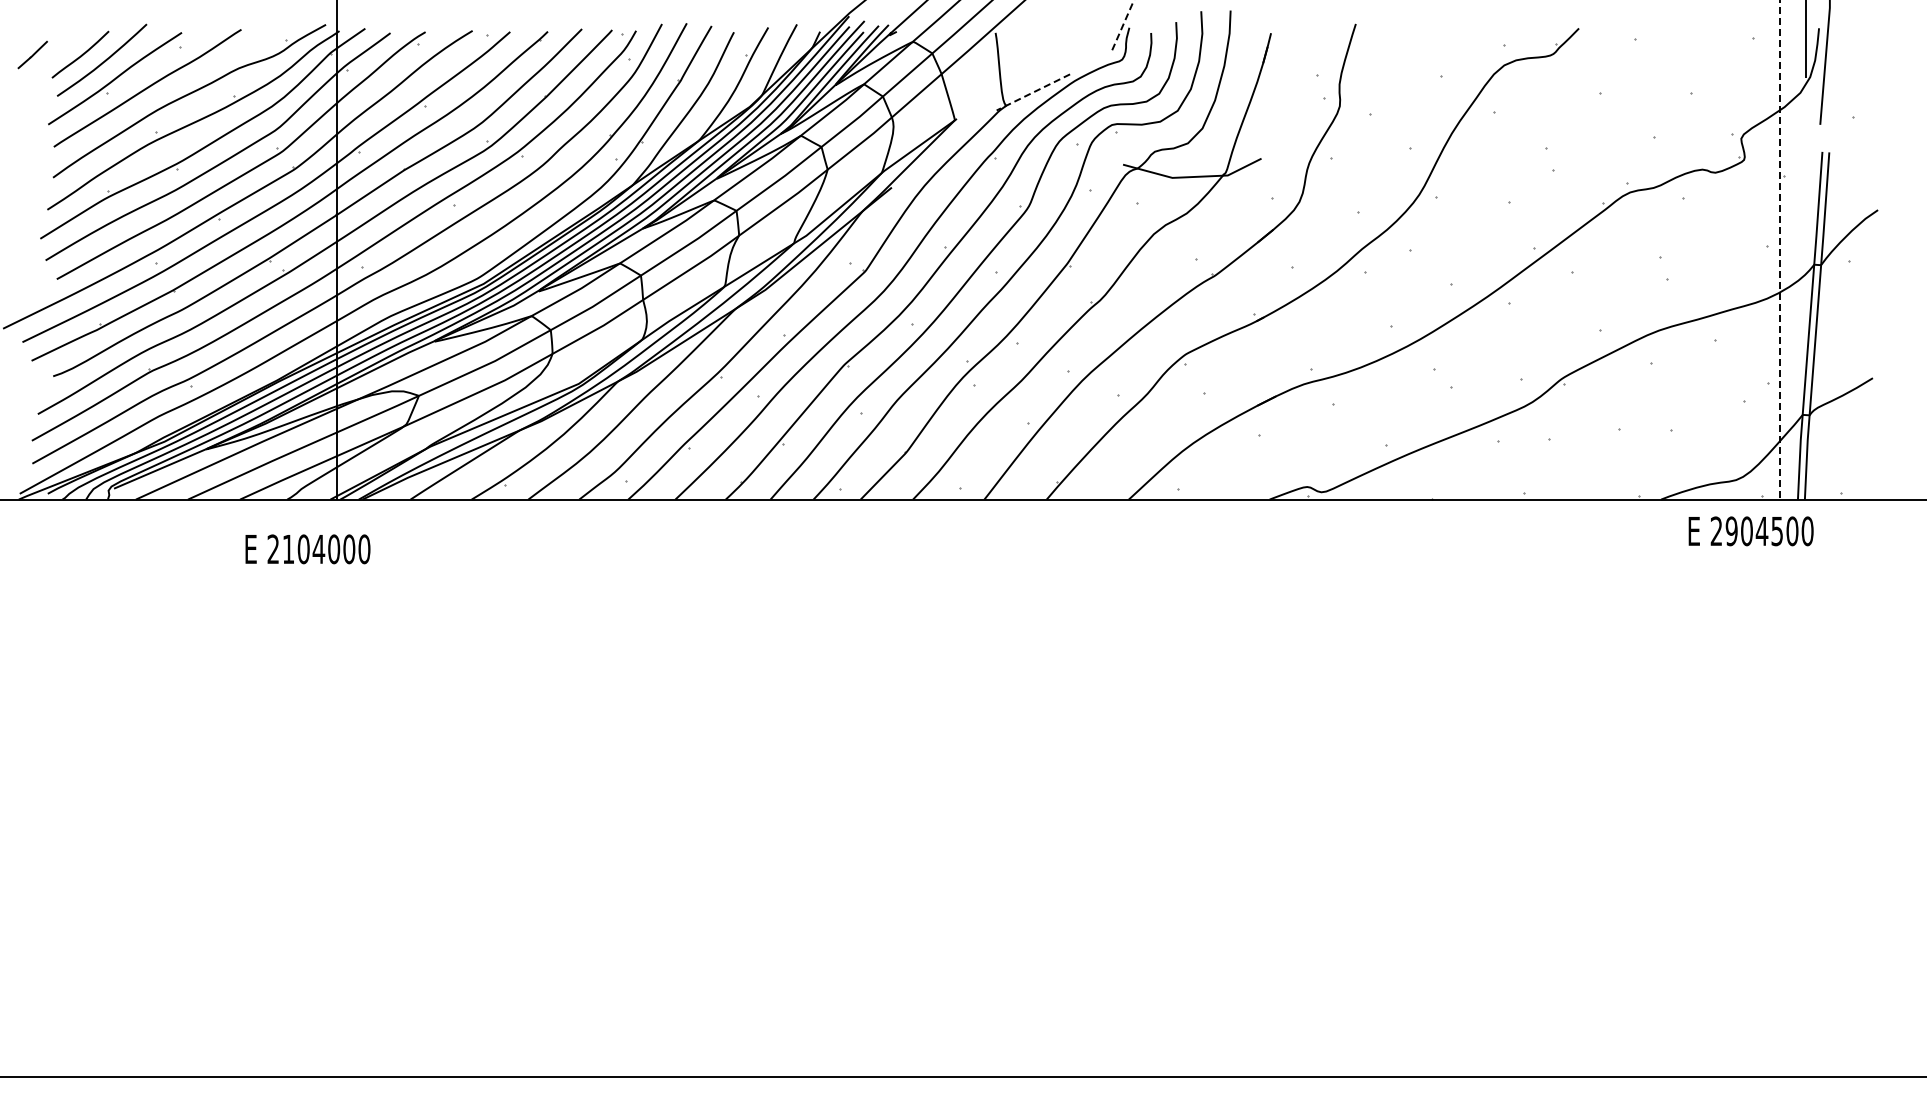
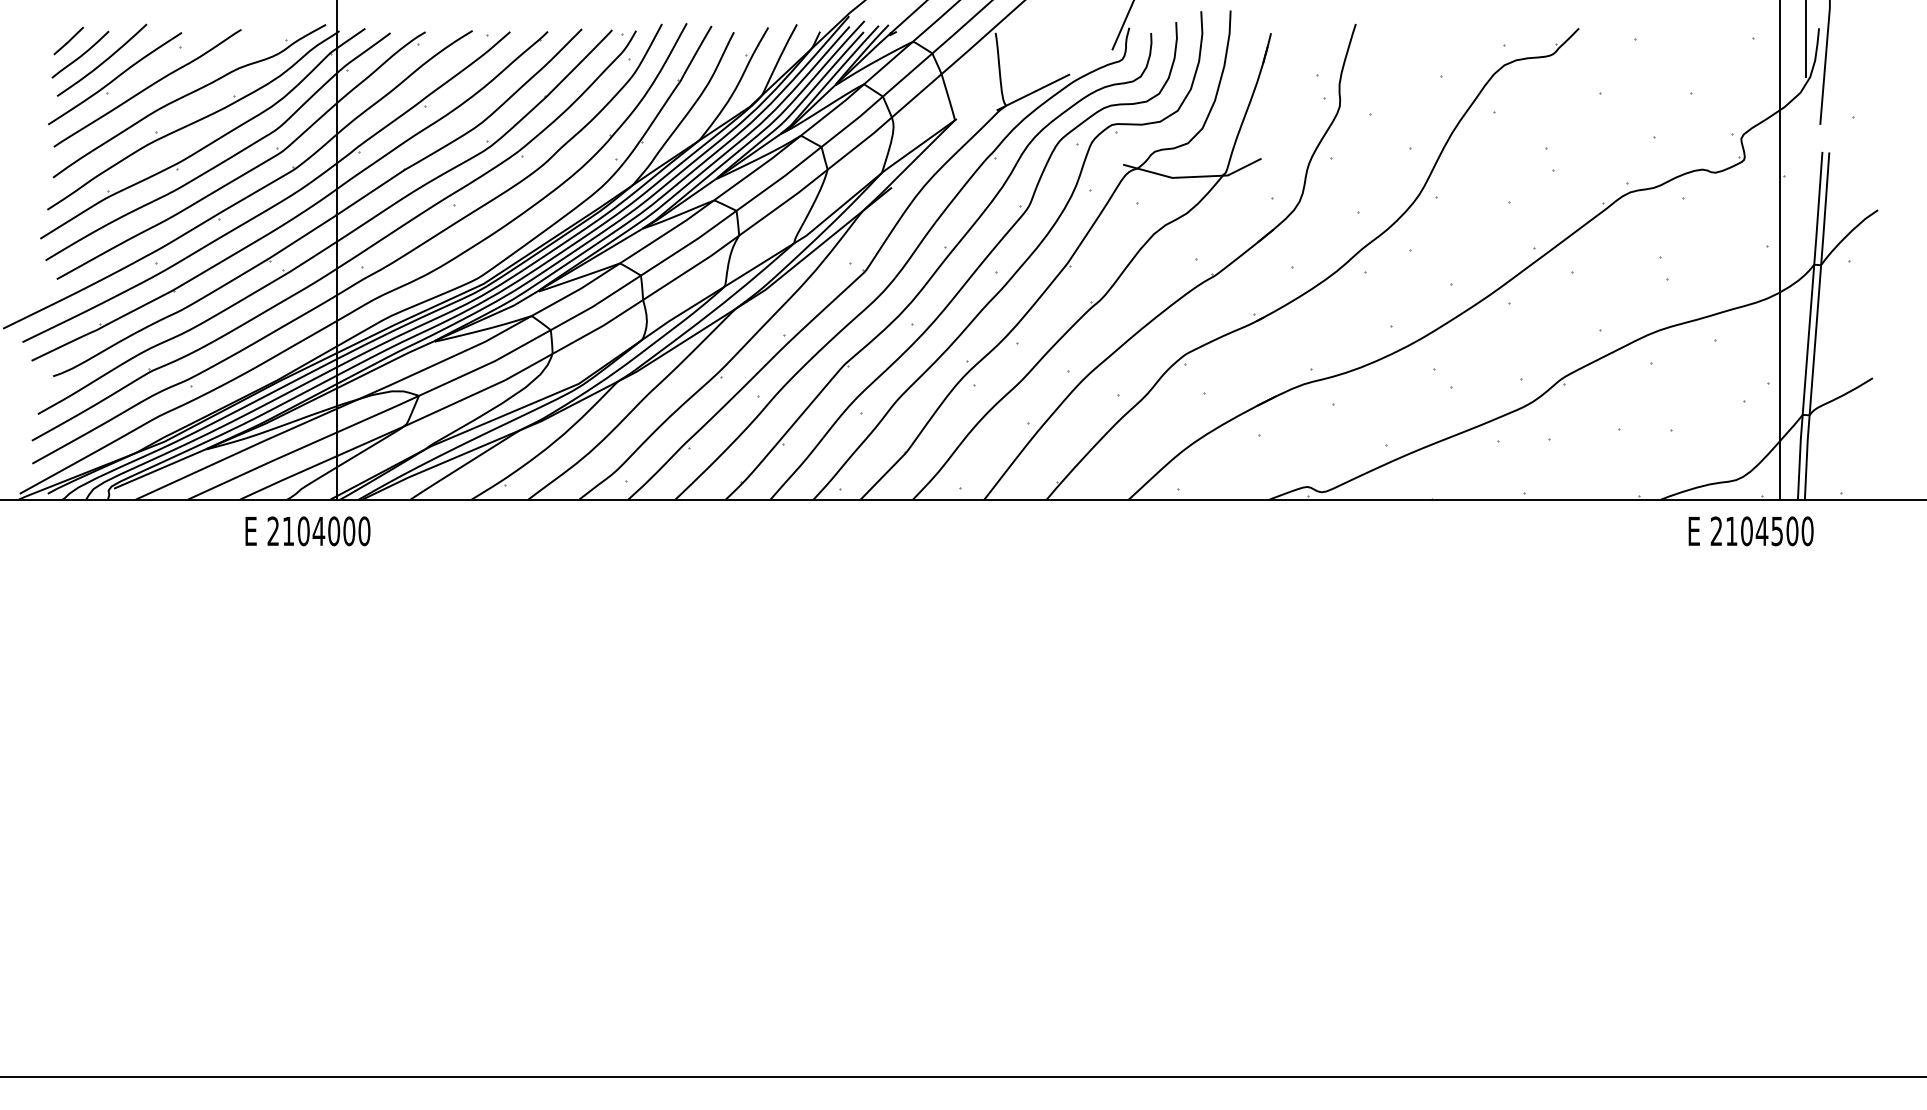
line at (1123, 24): dashed -> solid
line at (32, 54) position: (32, 54) -> (68, 40)
line at (1033, 92): dashed -> solid
line at (1780, 250): dashed -> solid
text at (1731, 531): 2904500 -> 2104500
text at (307, 549) position: (307, 549) -> (307, 531)
